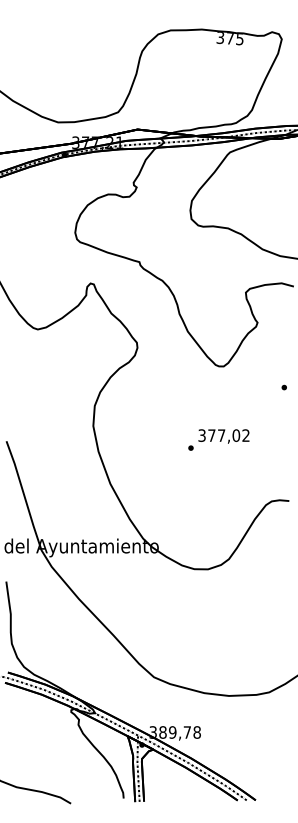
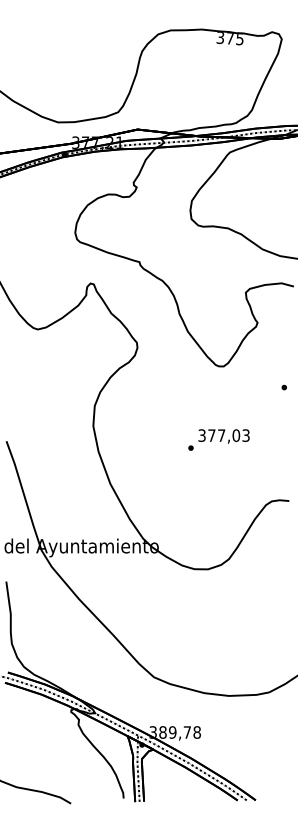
text at (245, 435): 377,02 -> 377,03
